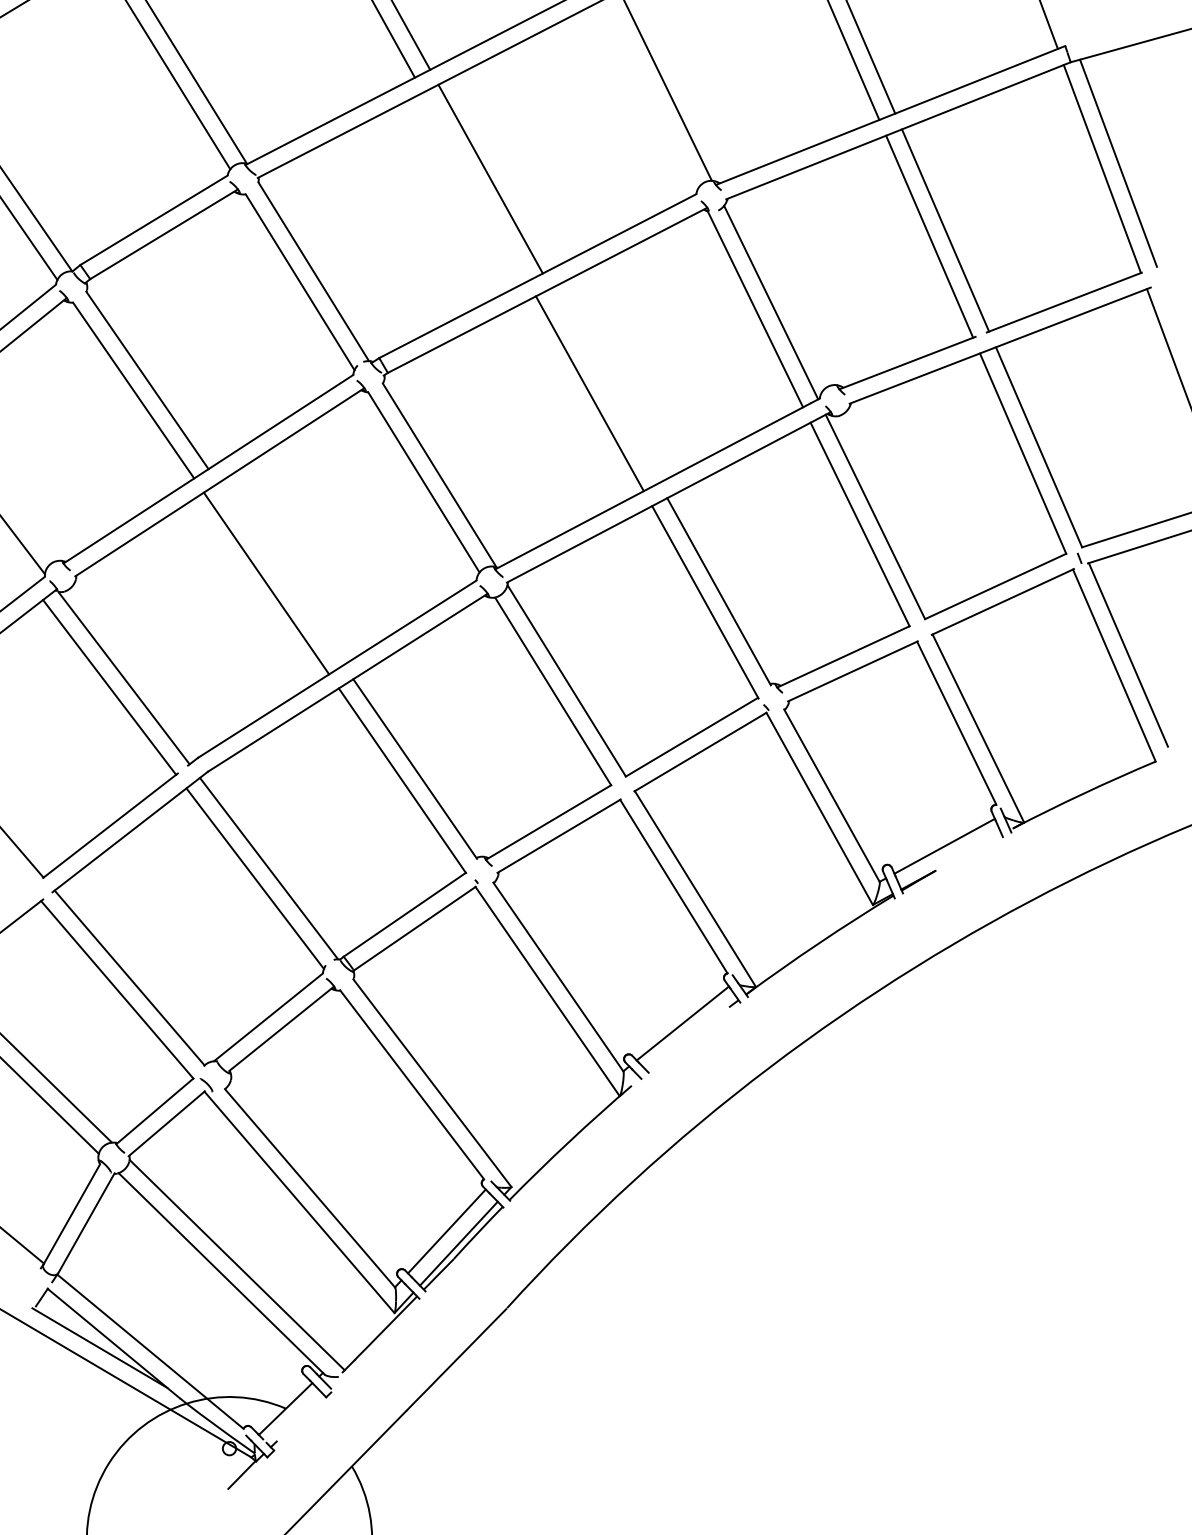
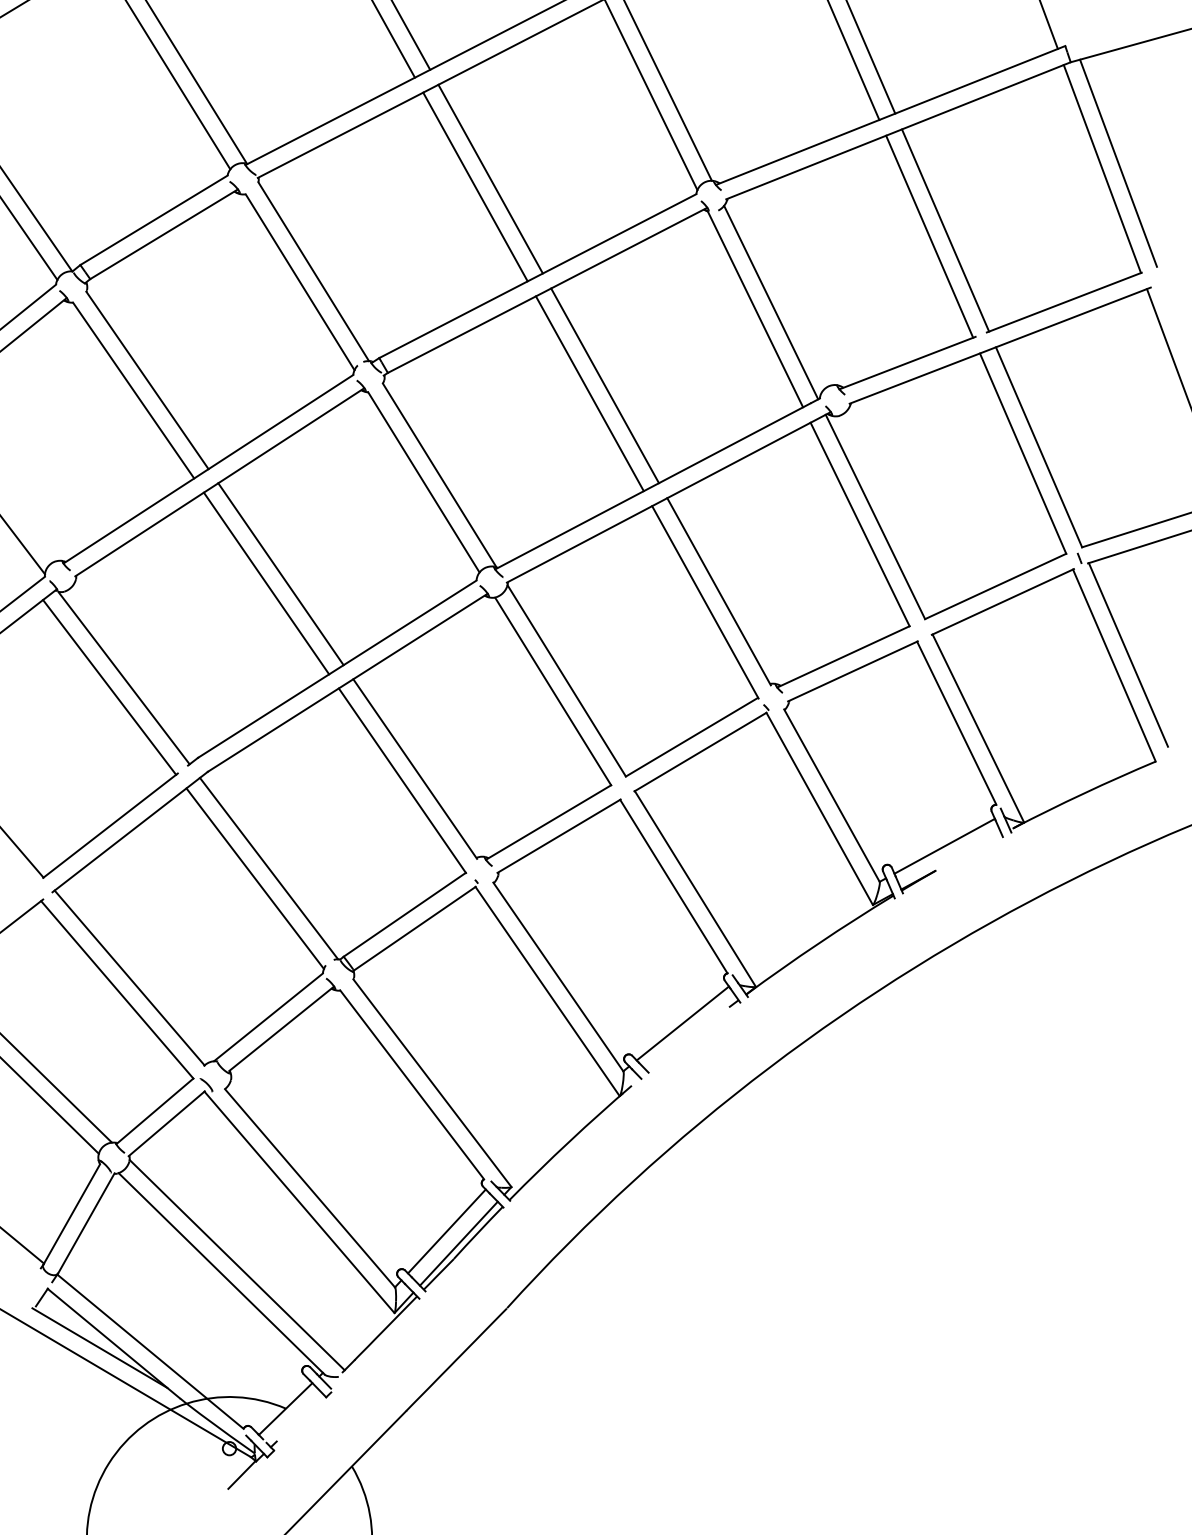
line at (651, 96): none -> present
line at (475, 186): none -> present
line at (605, 385): none -> present
line at (280, 574): none -> present
